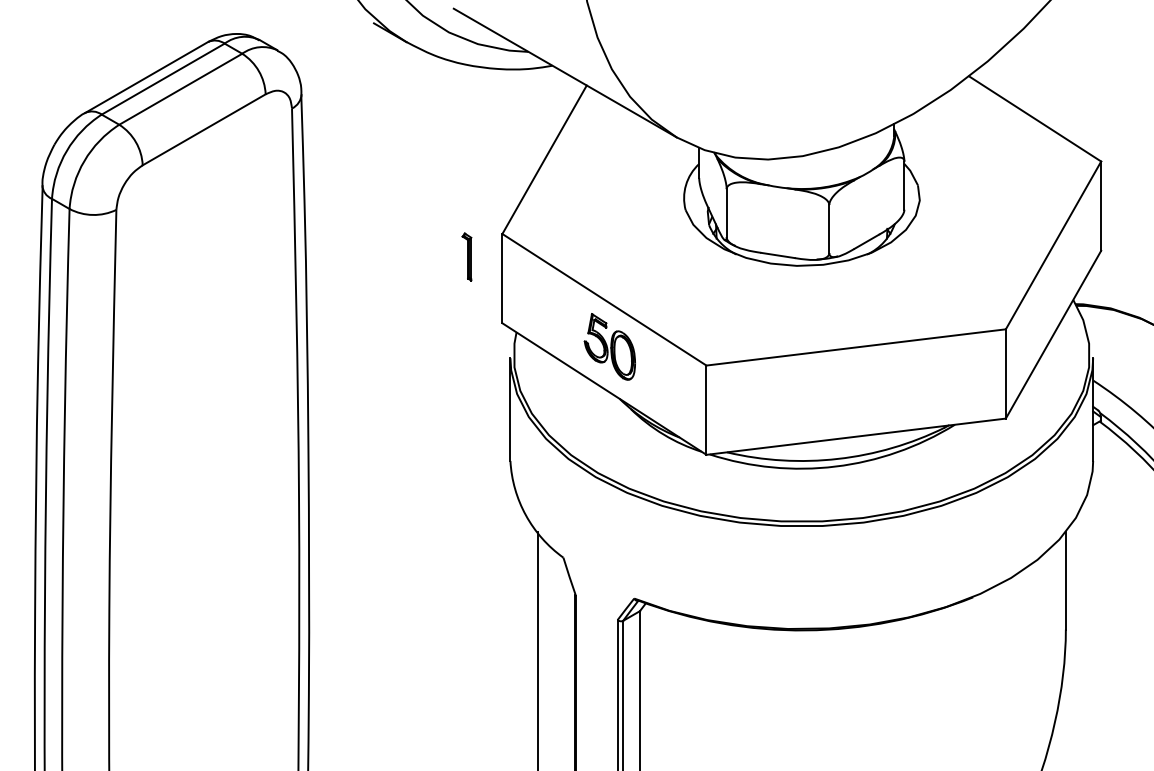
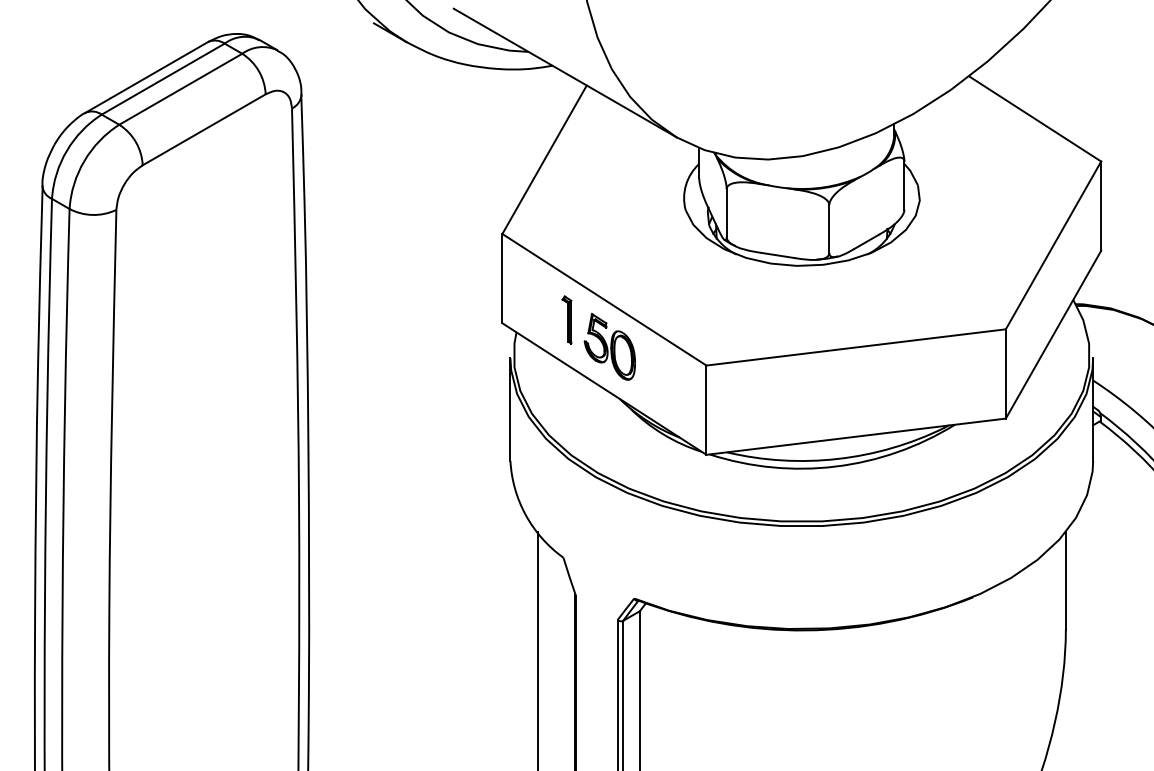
part at (466, 256) position: (466, 256) -> (566, 319)
